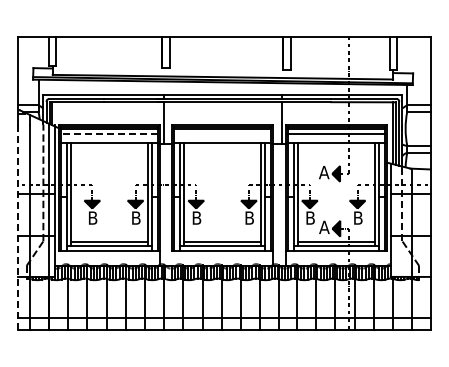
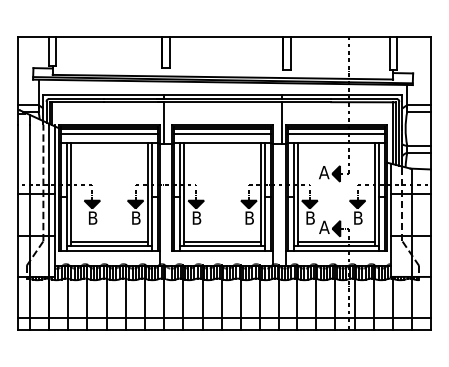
line at (109, 133): dashed -> solid
line at (222, 133): none -> present
line at (18, 227): dashed -> solid
